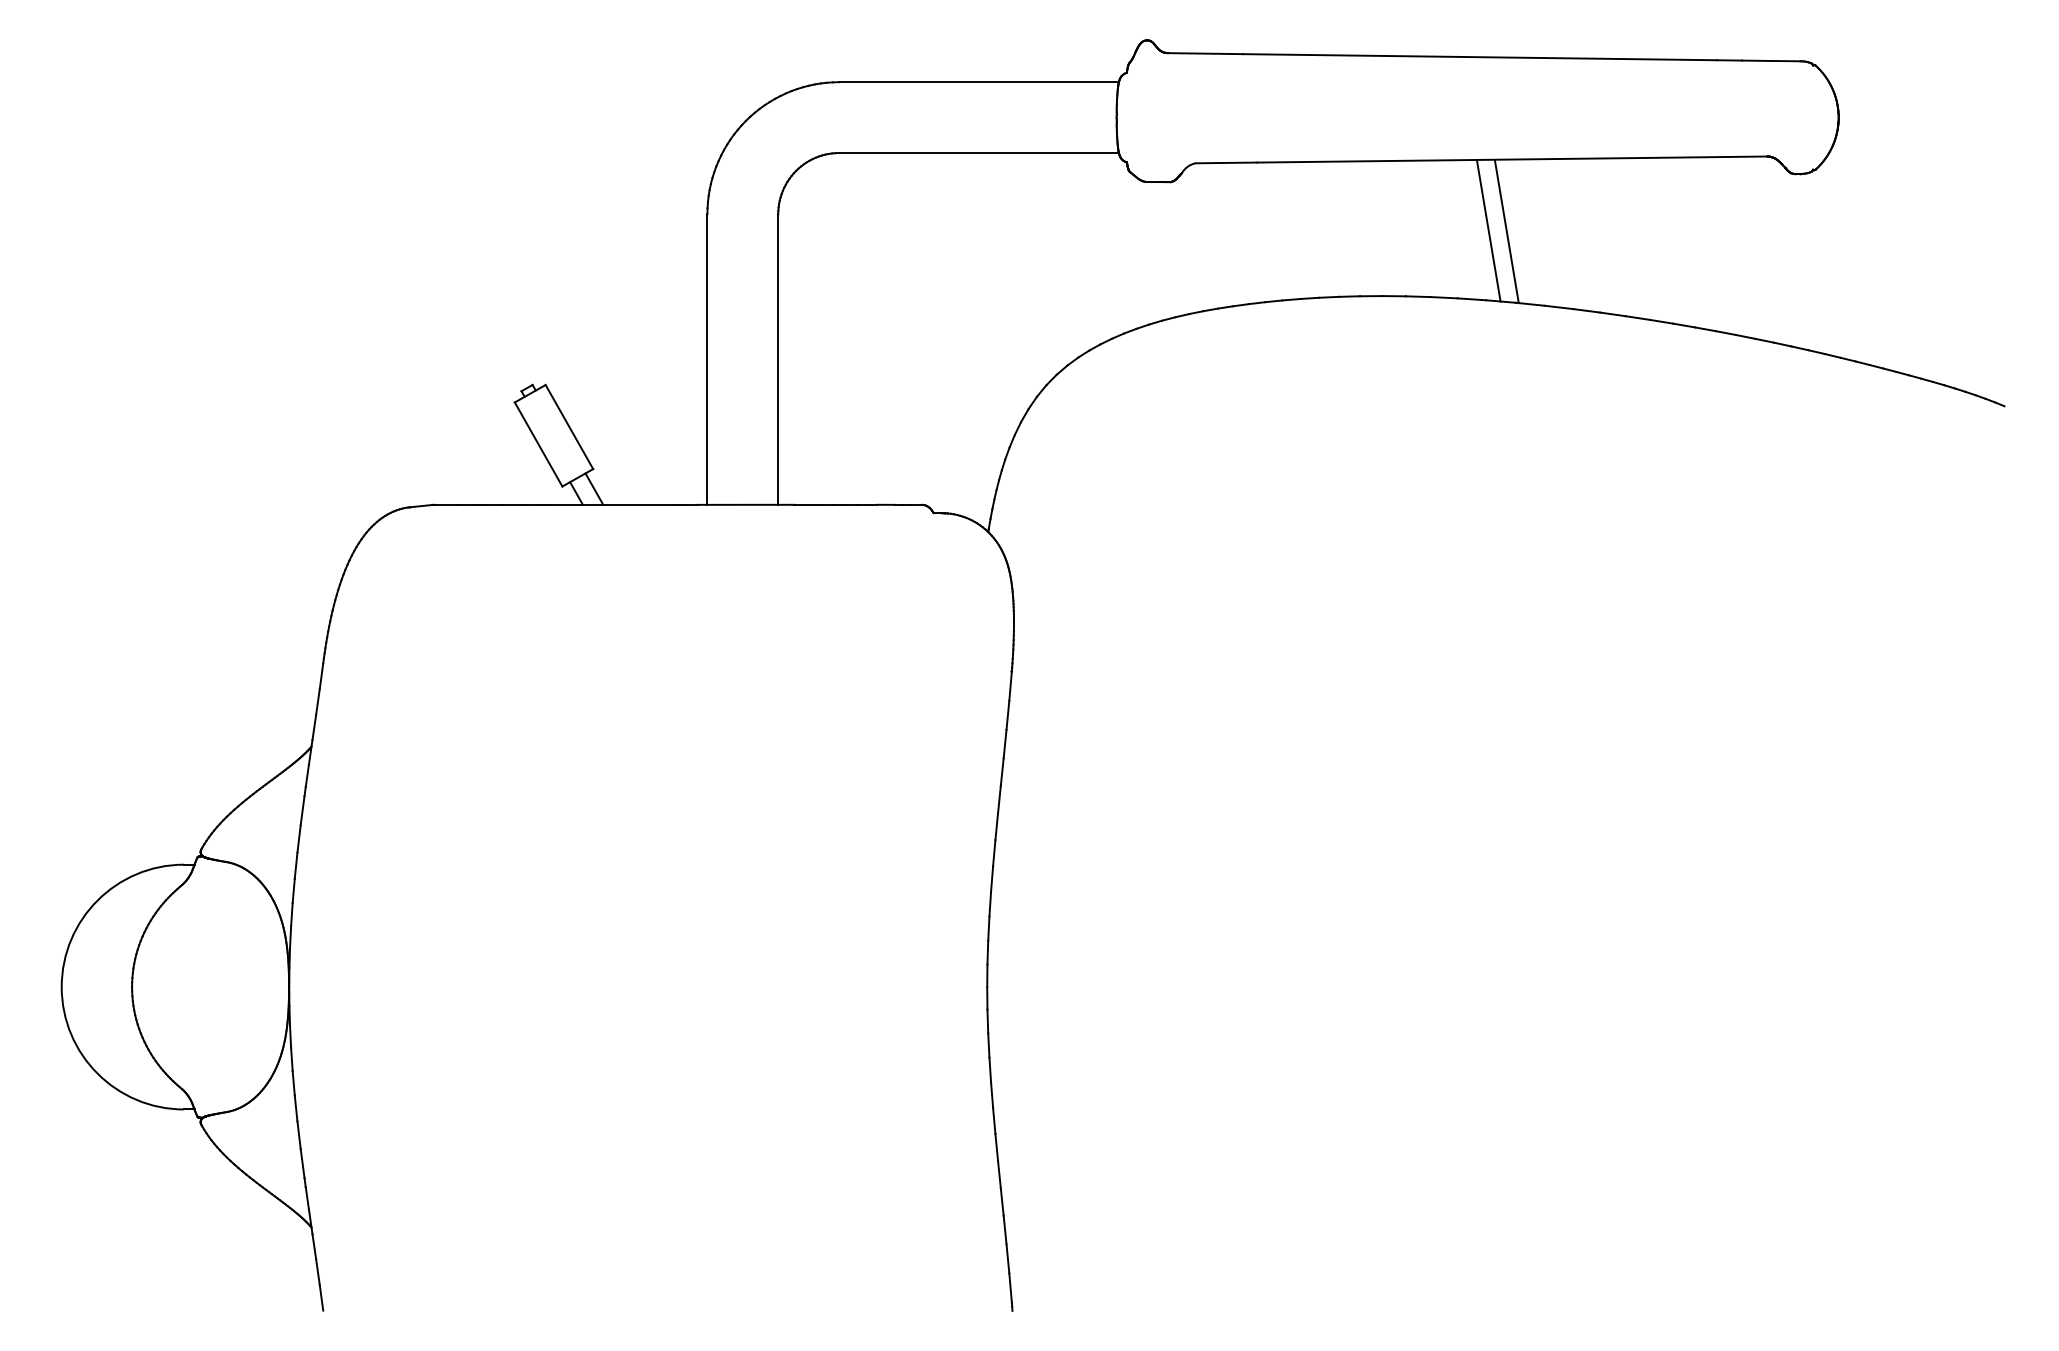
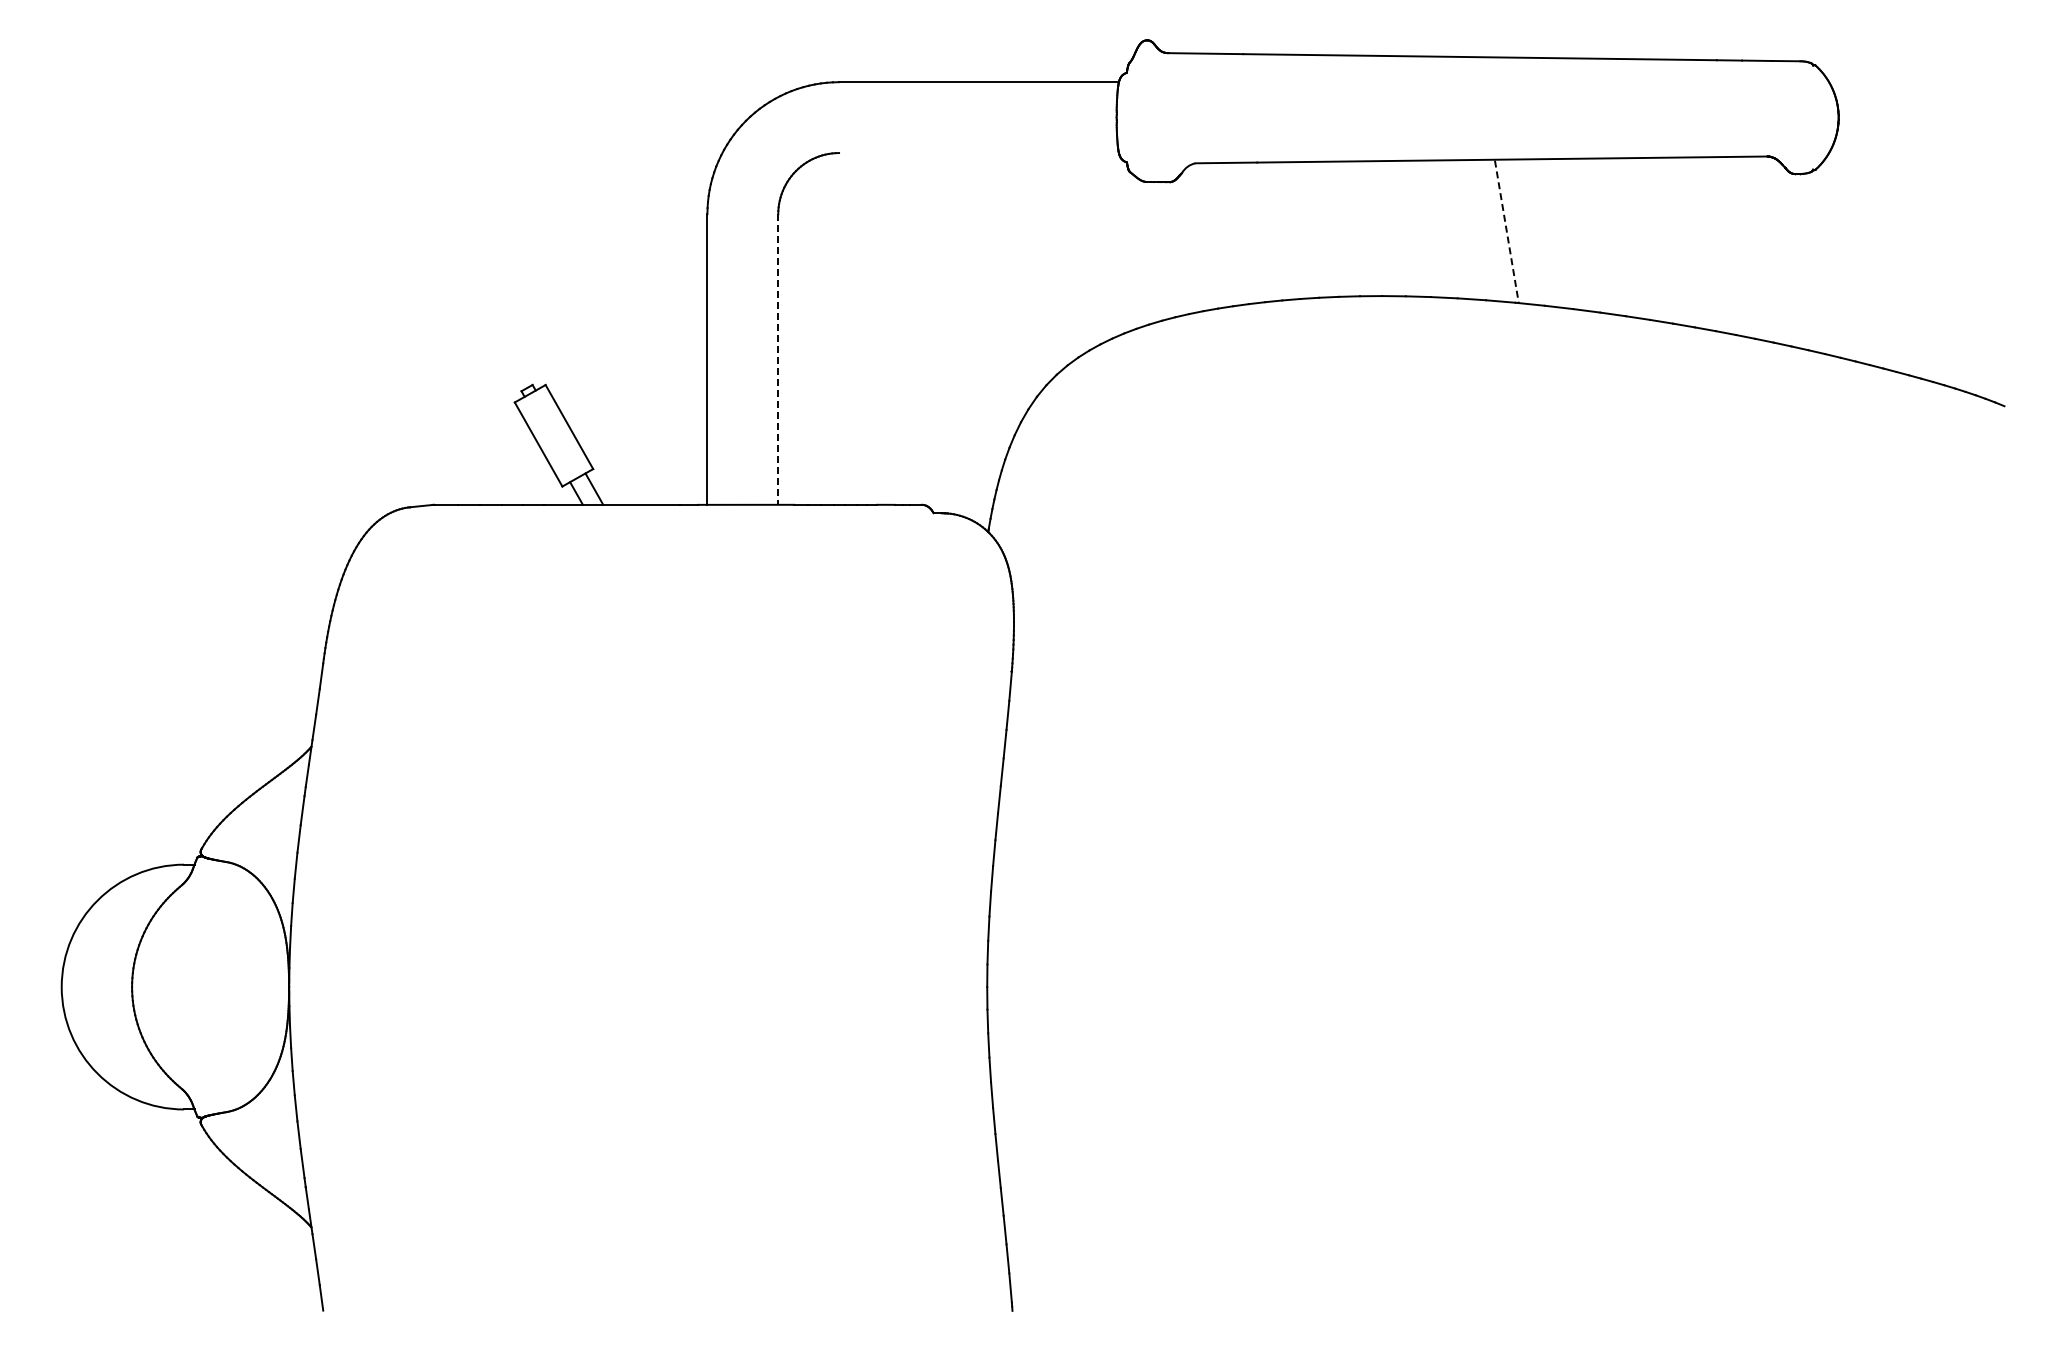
line at (978, 153): present -> none
line at (1488, 230): present -> none
line at (1506, 232): solid -> dashed
line at (778, 360): solid -> dashed
